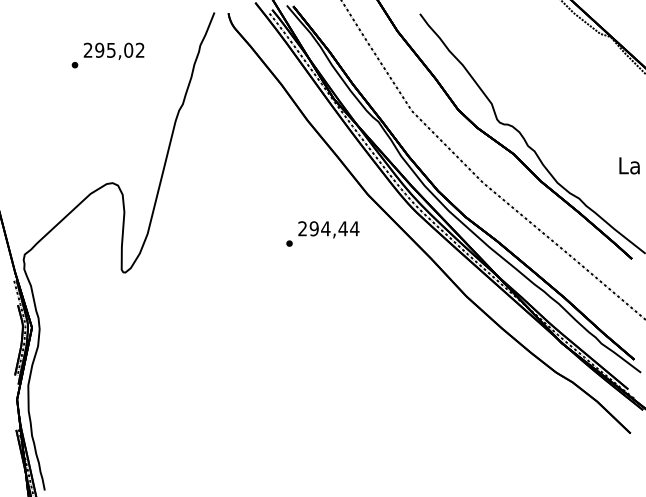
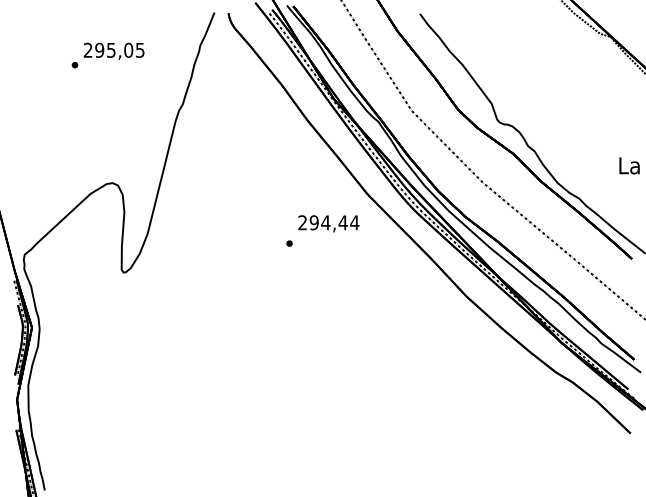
text at (140, 49): 295,02 -> 295,05
text at (328, 229) position: (328, 229) -> (328, 223)
